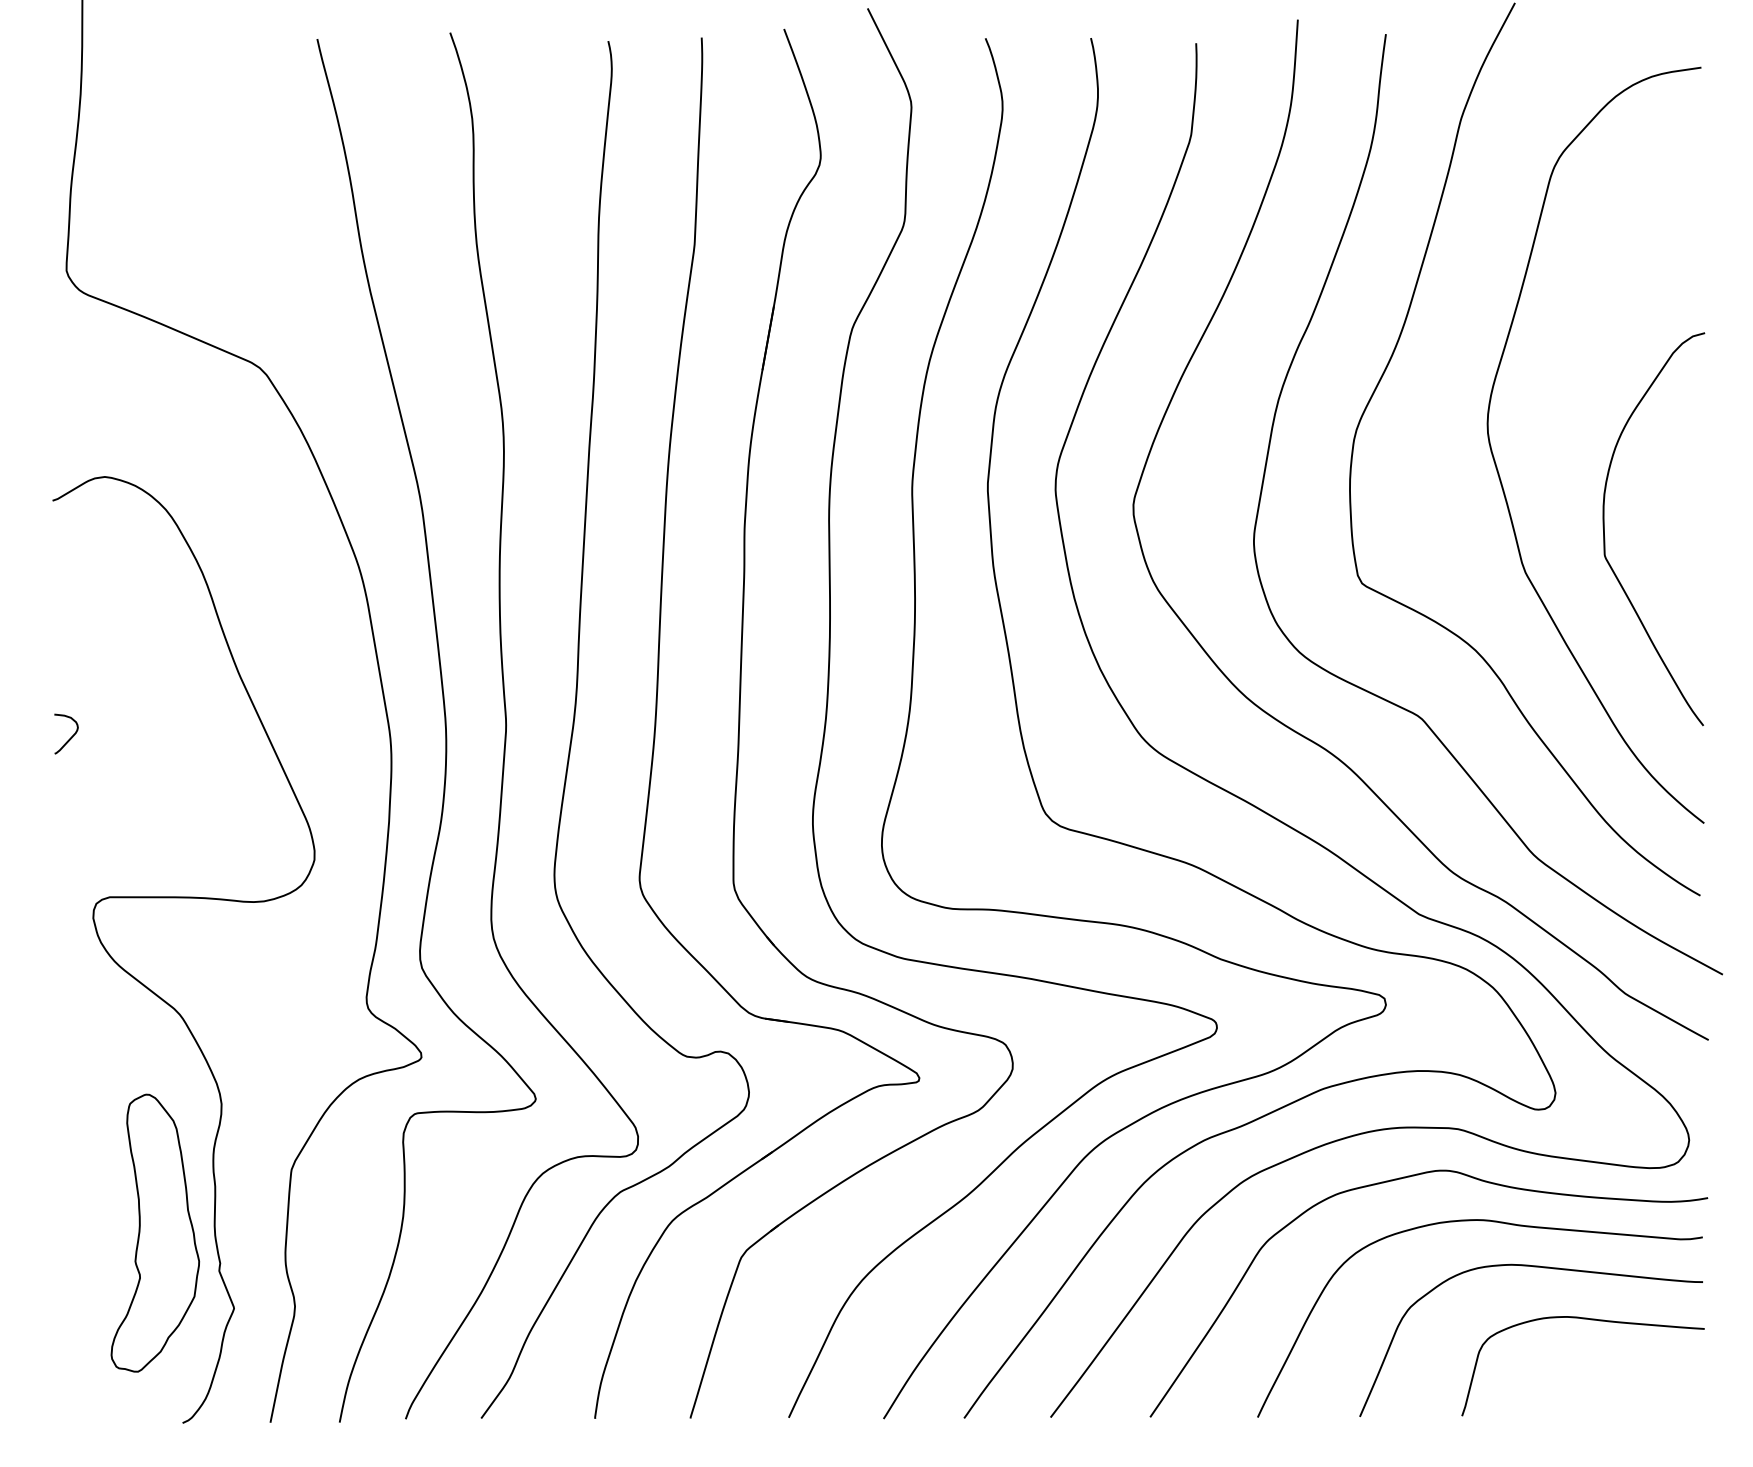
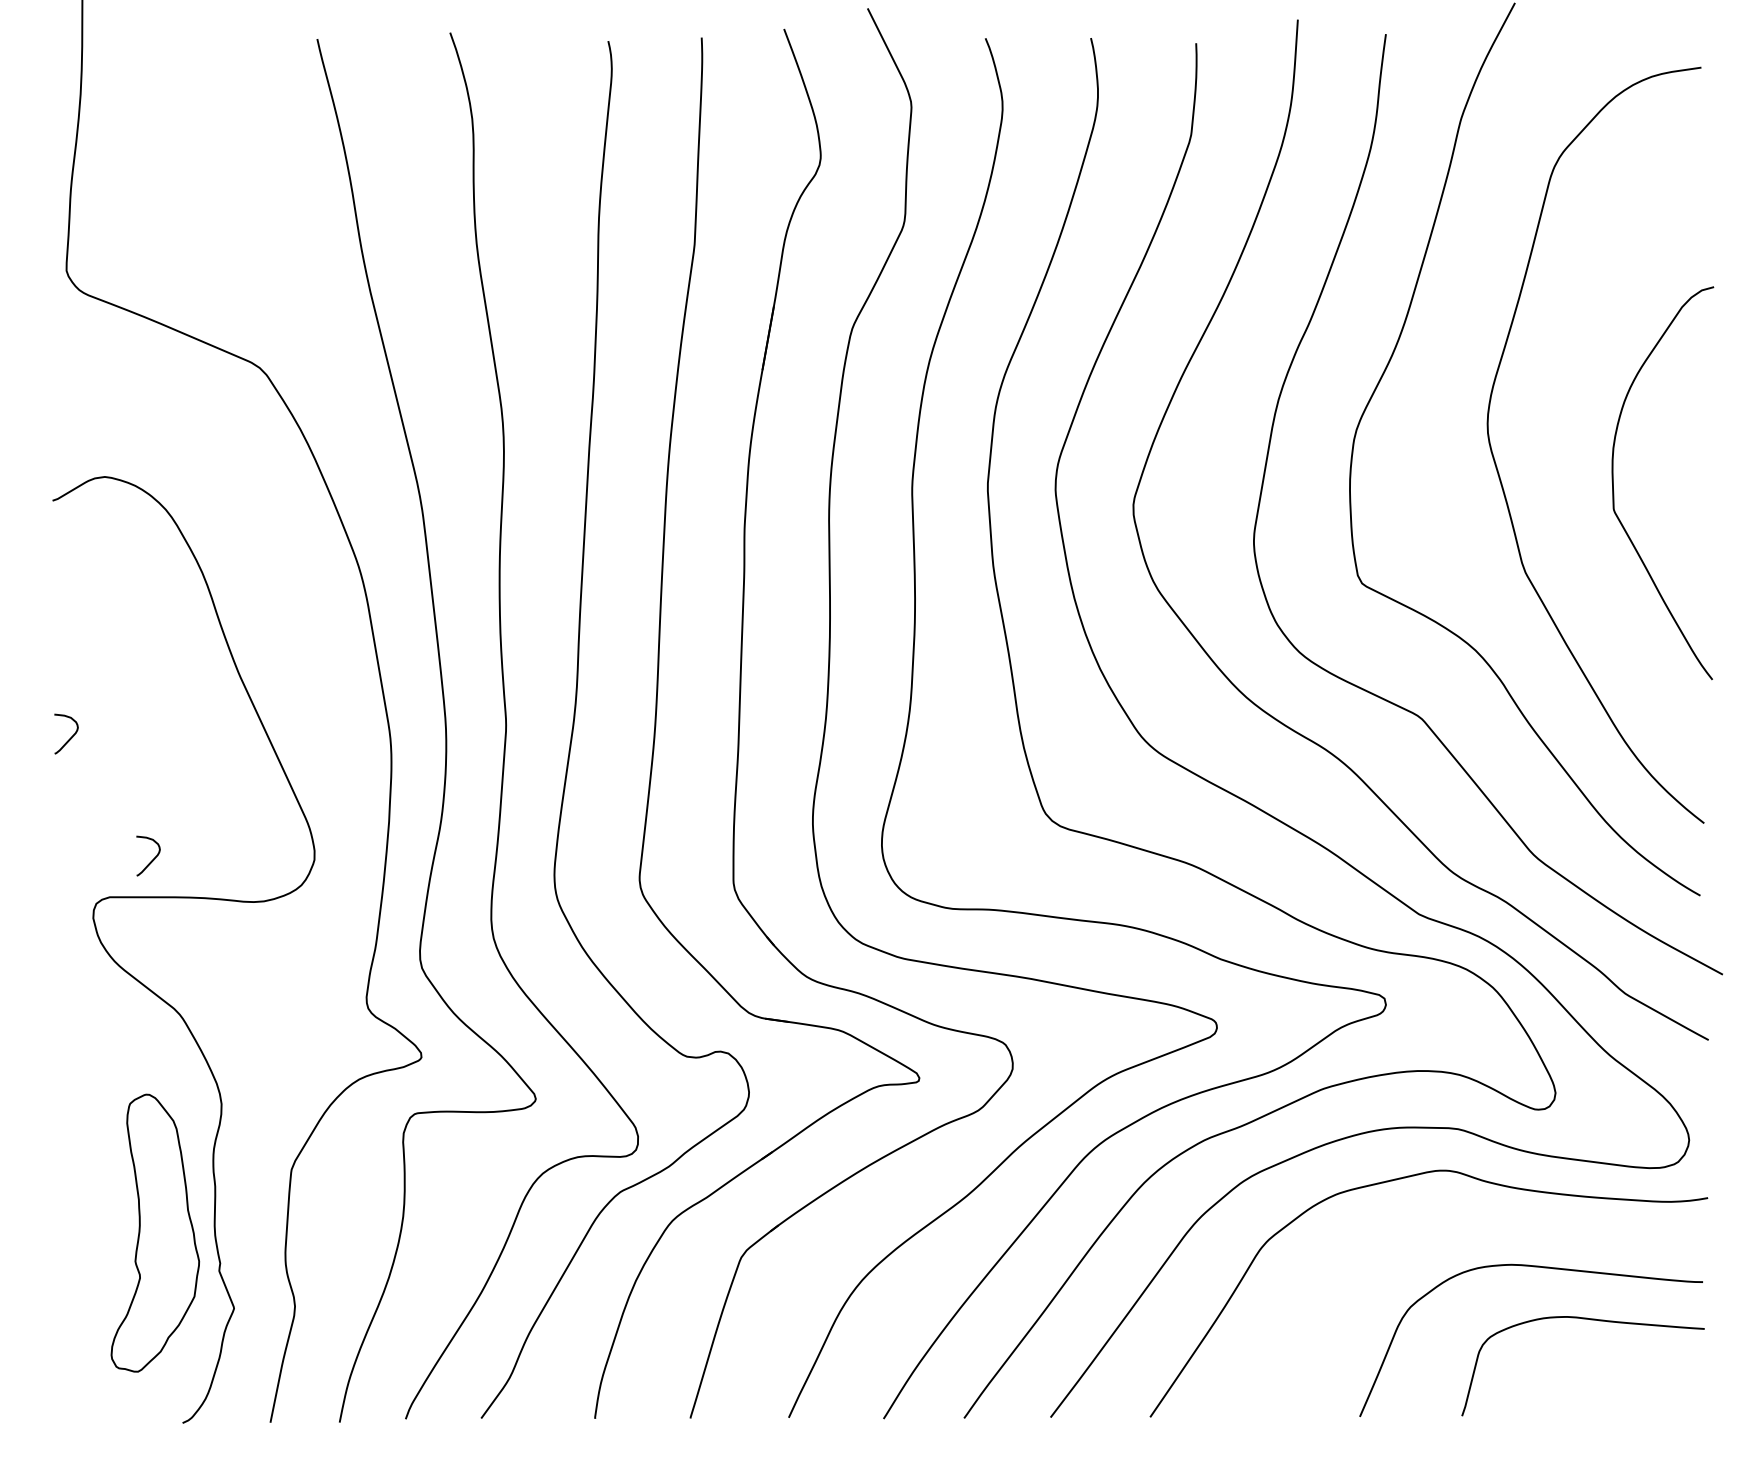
curve at (1605, 538) position: (1605, 538) -> (1614, 492)
curve at (152, 859): none -> present
curve at (1493, 1222): present -> none
